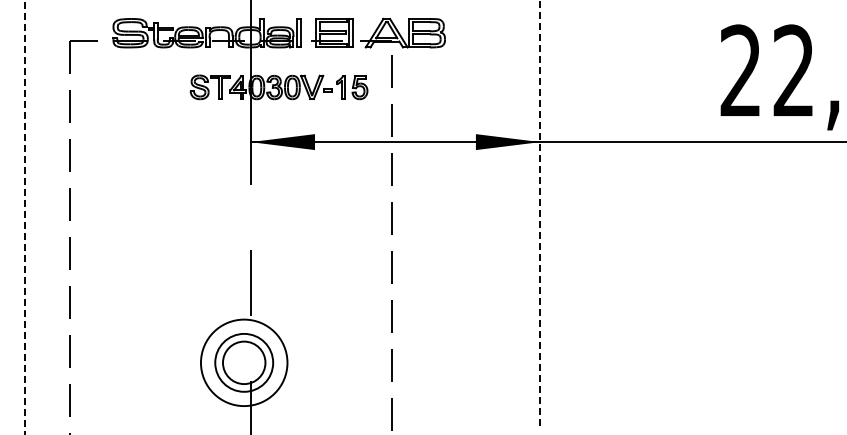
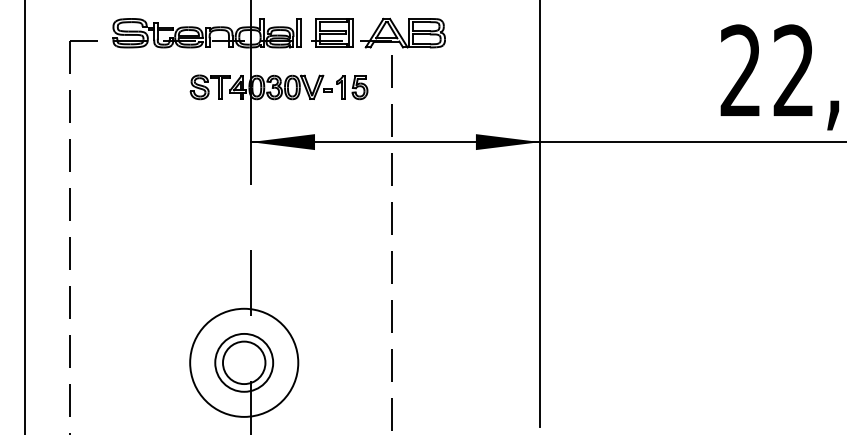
line at (540, 214): dashed -> solid
line at (25, 217): dashed -> solid
circle at (243, 362) diameter: 86 px -> 108 px
